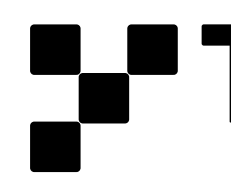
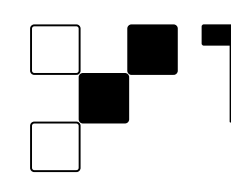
fill at (55, 49): present -> none
fill at (55, 146): present -> none
